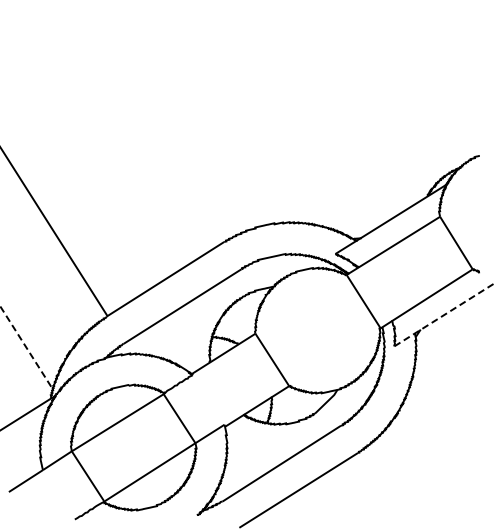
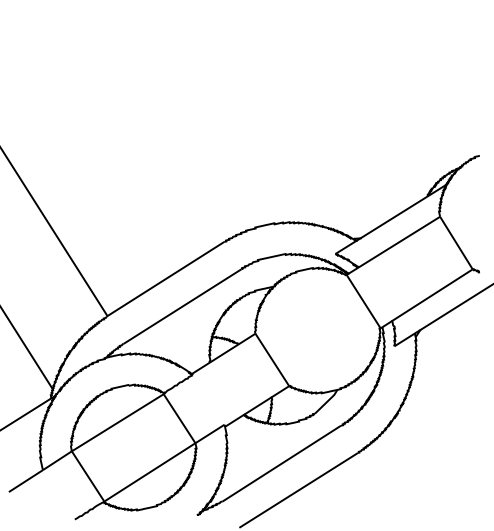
line at (444, 315): dashed -> solid
line at (26, 348): dashed -> solid
